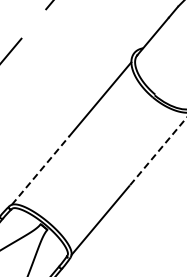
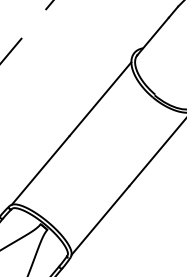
line at (157, 151): dashed -> solid
line at (40, 170): dashed -> solid
